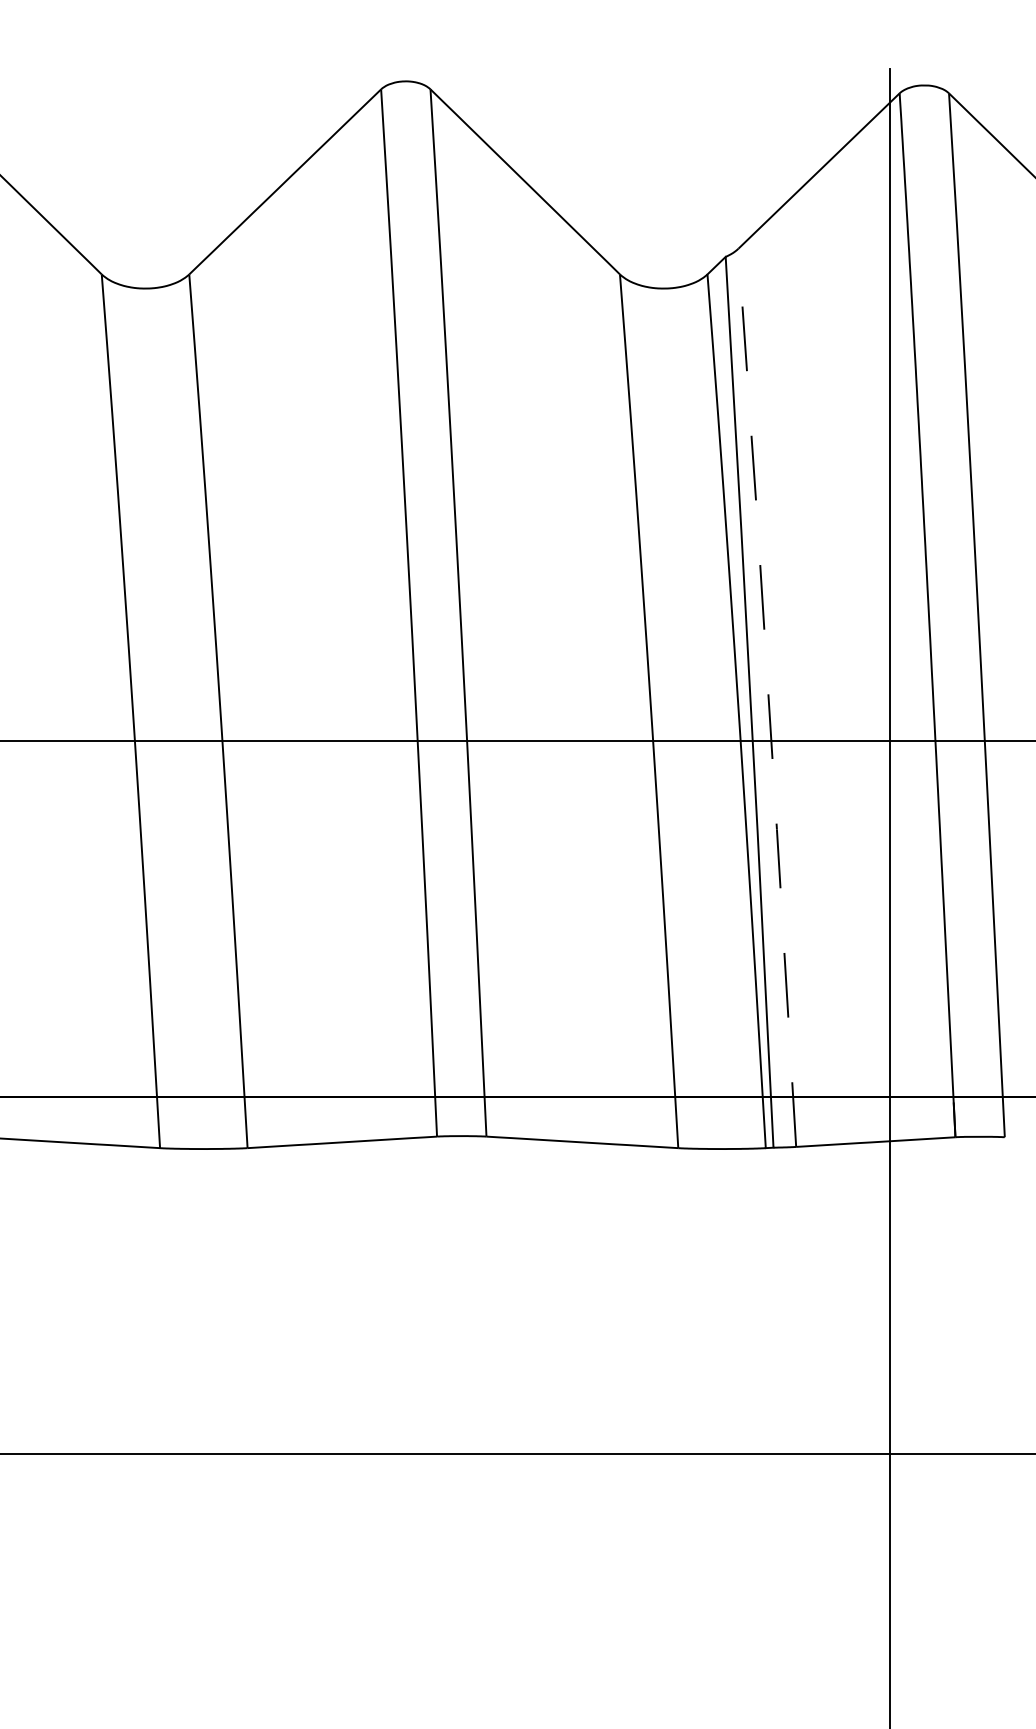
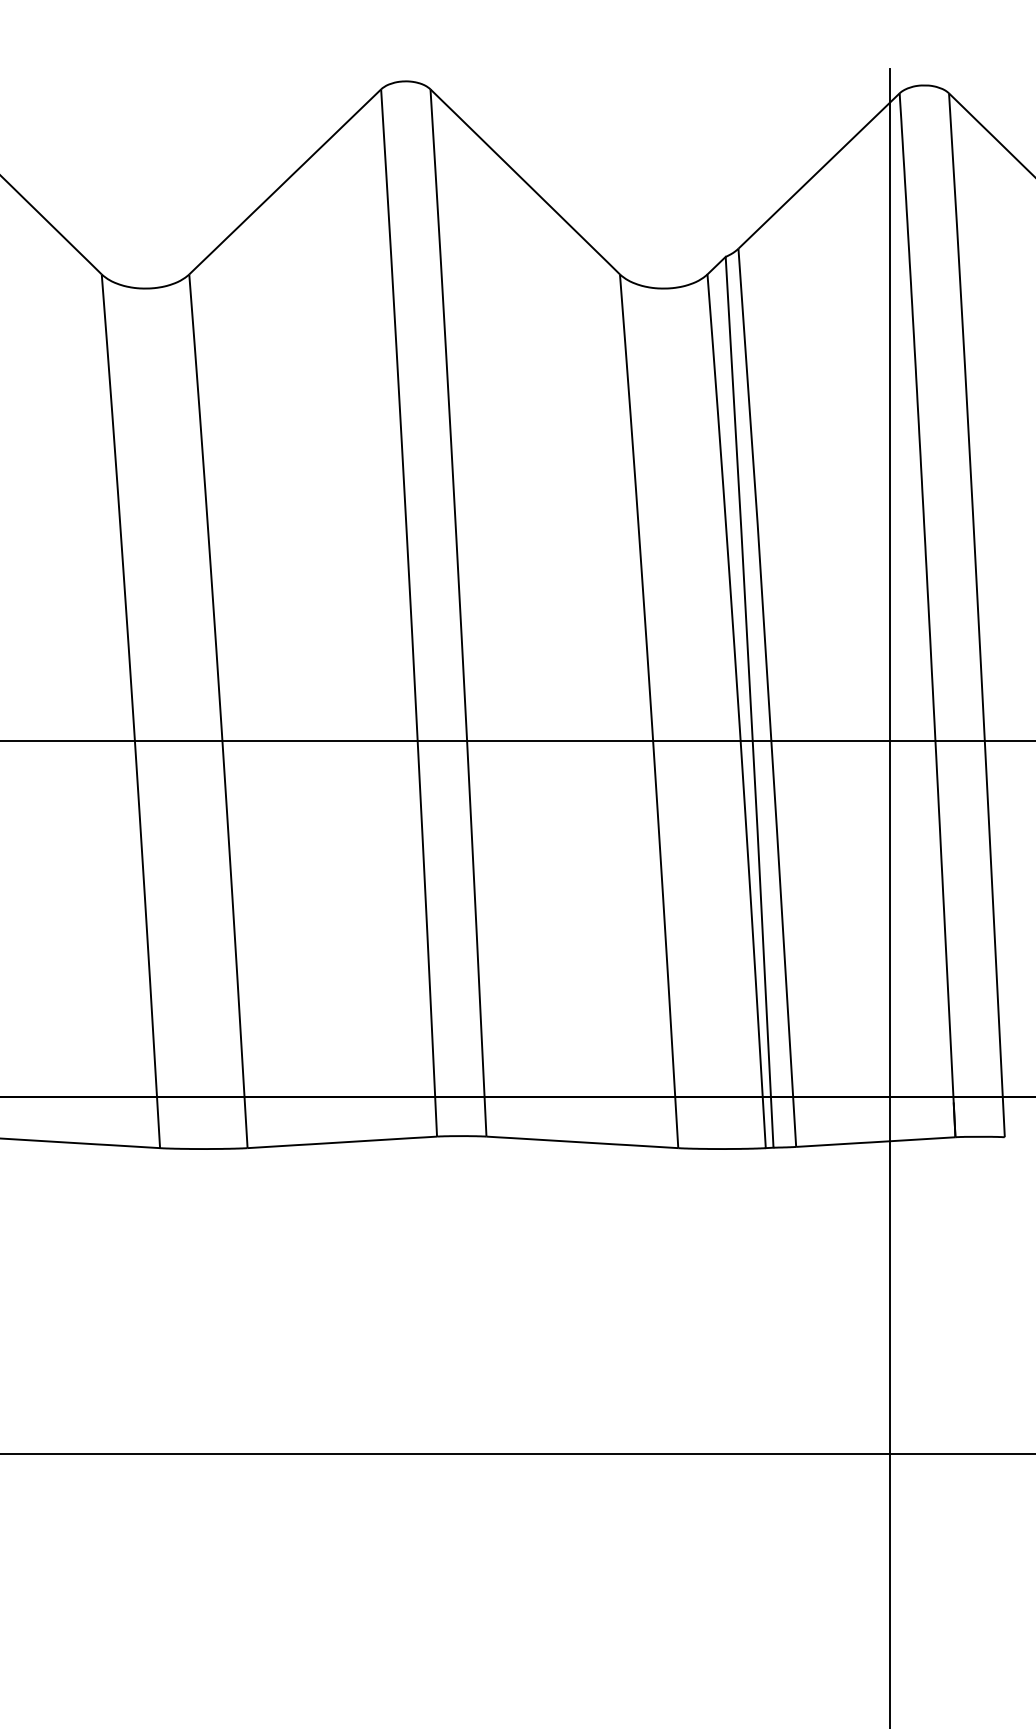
line at (768, 697): dashed -> solid
